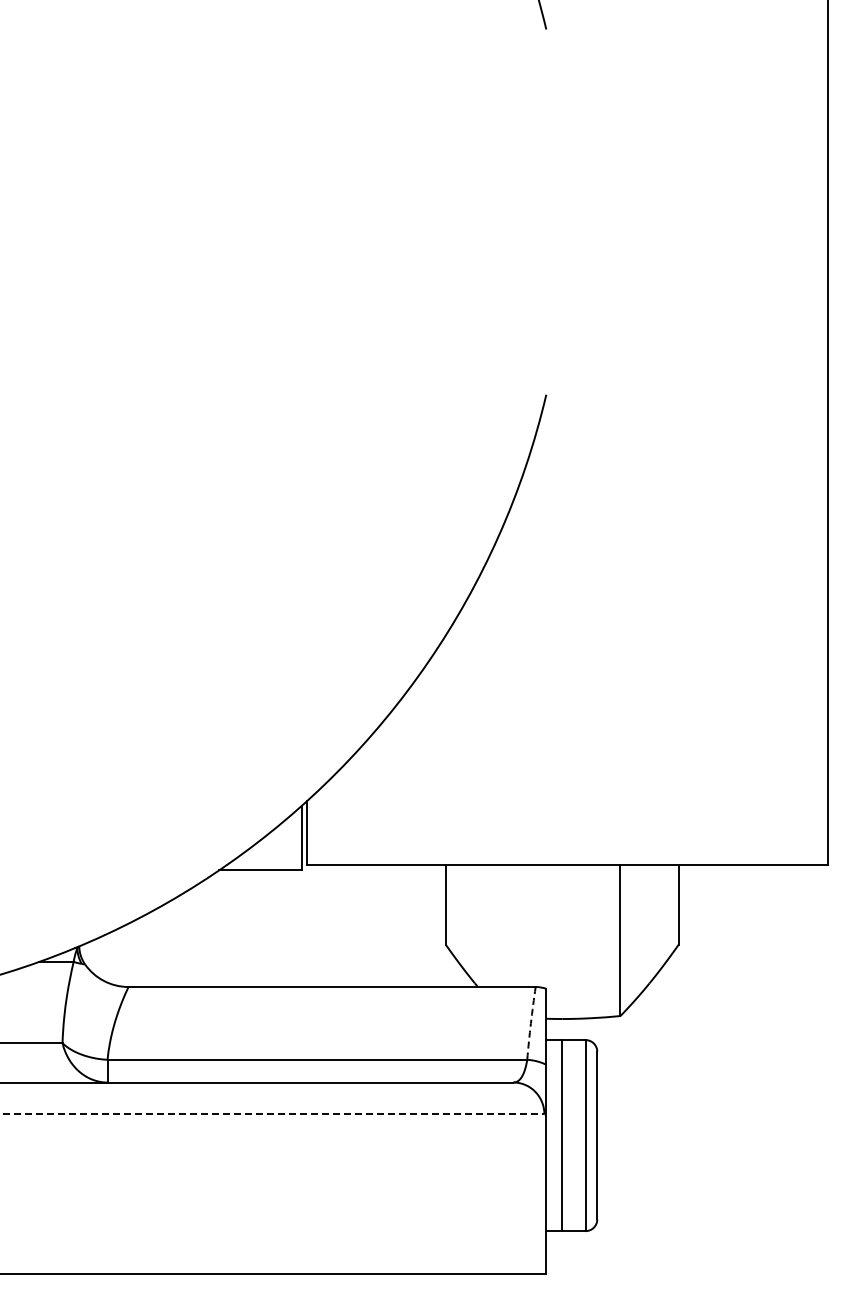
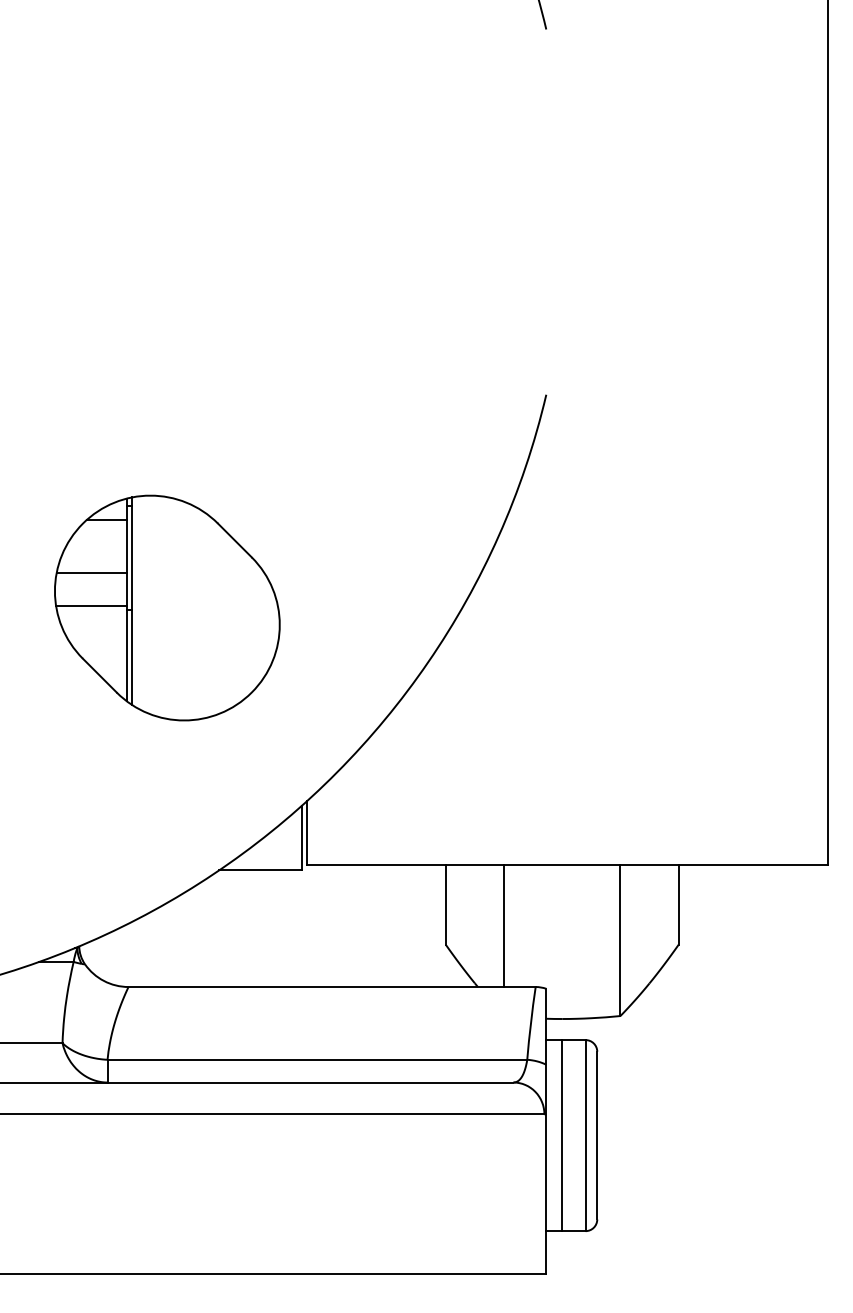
part at (167, 607): none -> present
line at (504, 926): none -> present
arc at (530, 1023): dashed -> solid
line at (272, 1114): dashed -> solid
